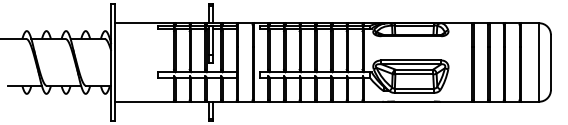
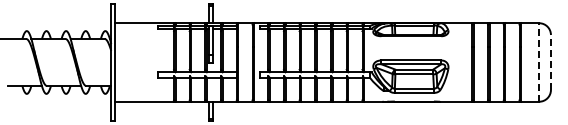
line at (539, 62): solid -> dashed
line at (550, 62): solid -> dashed
